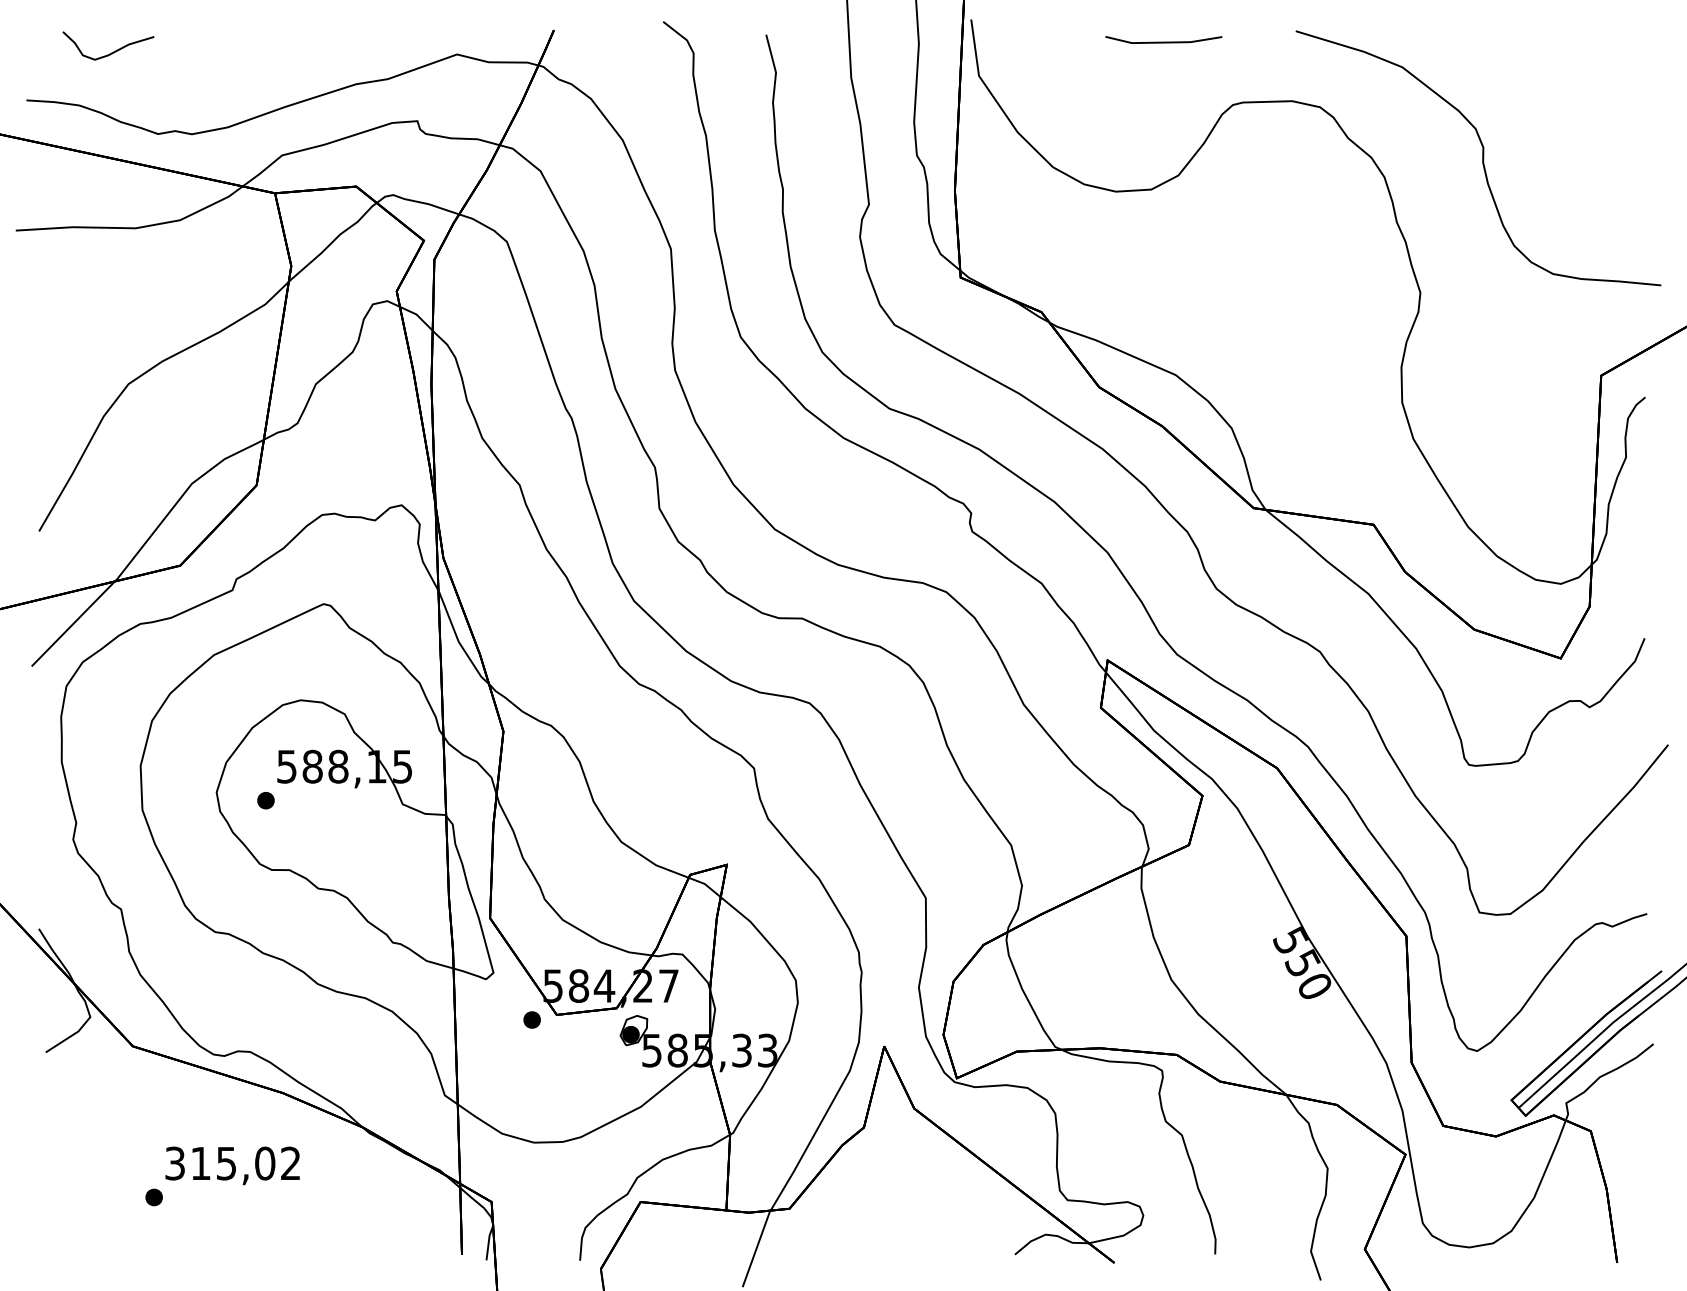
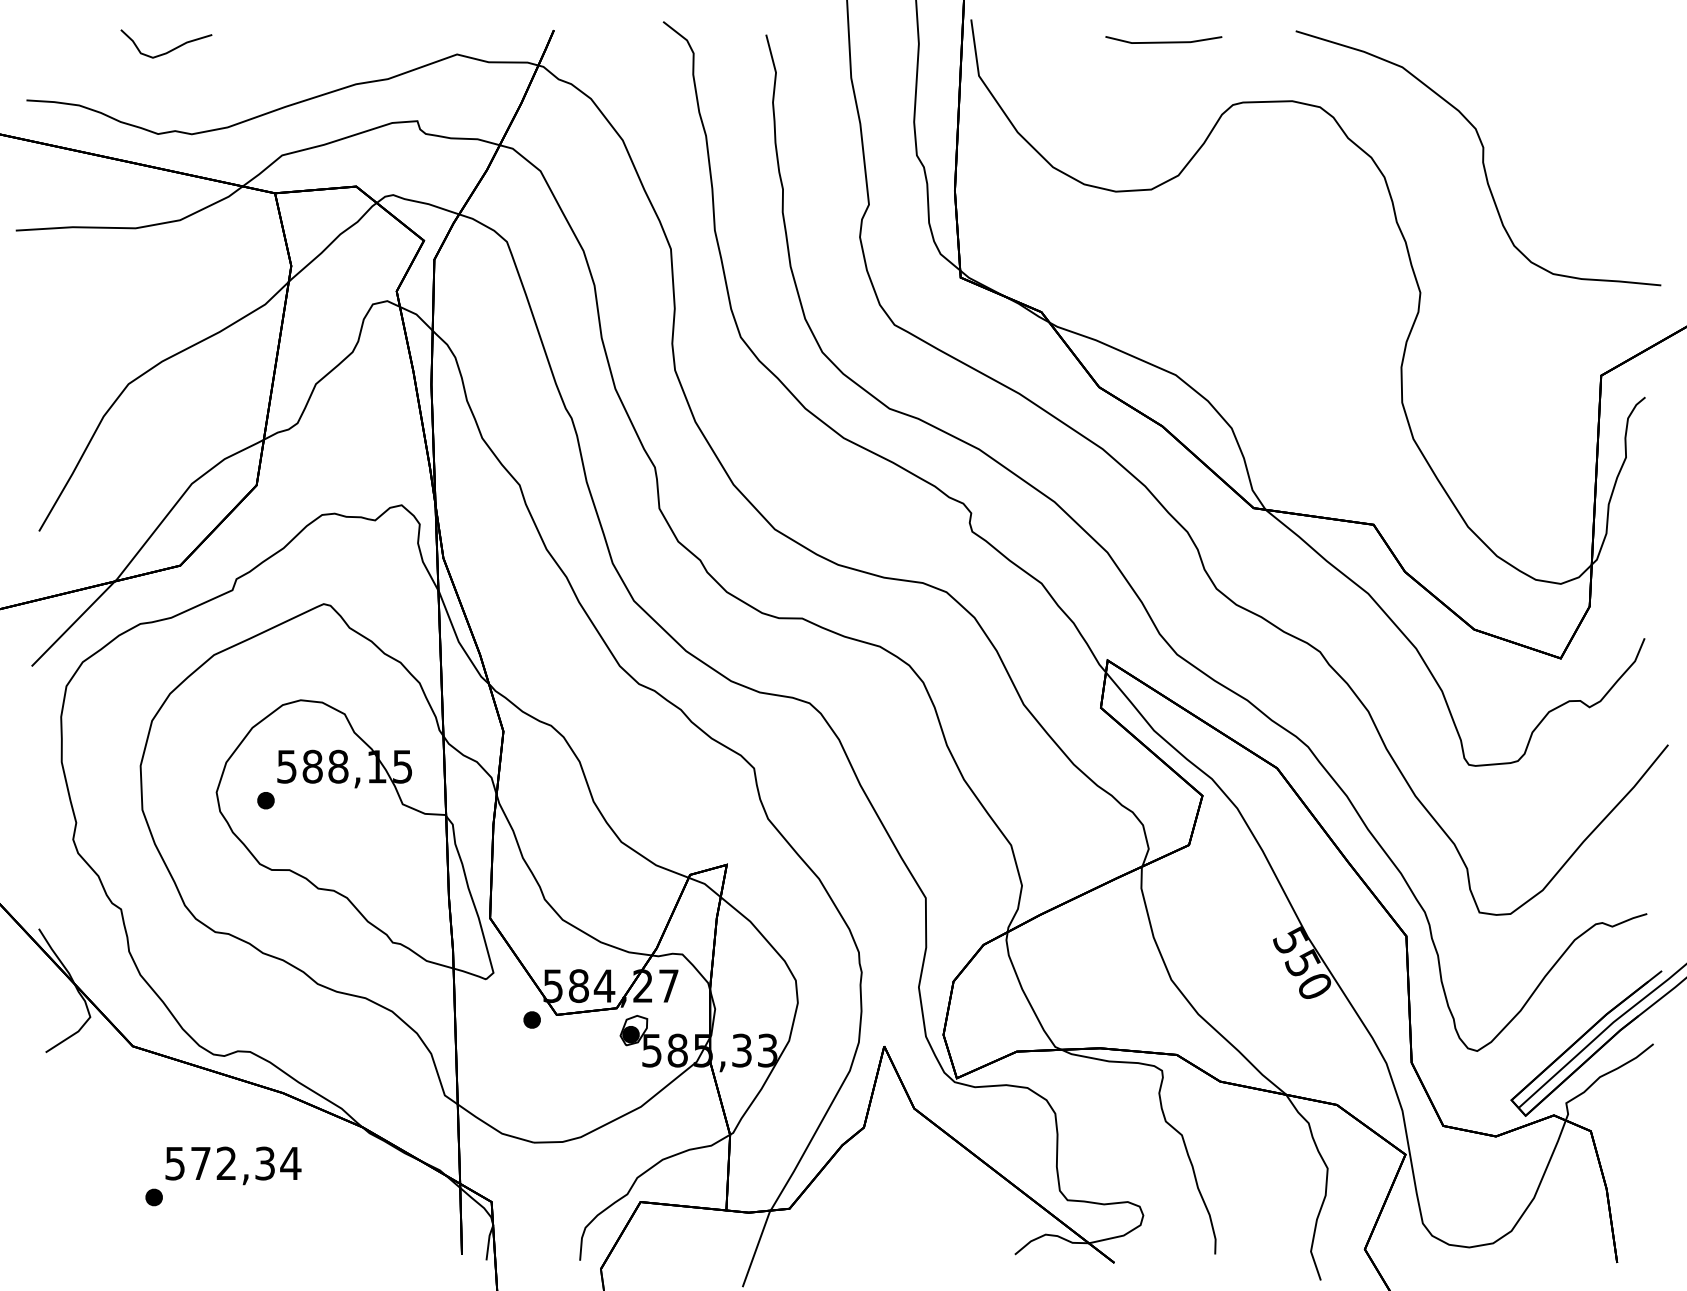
curve at (111, 52) position: (111, 52) -> (169, 50)
text at (233, 1163): 315,02 -> 572,34
